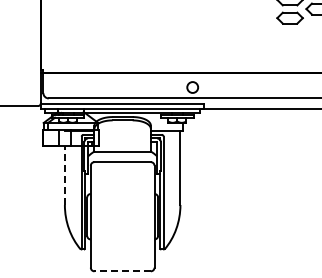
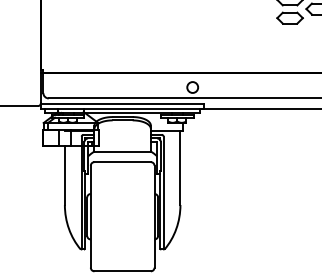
line at (64, 175): dashed -> solid
line at (122, 271): dashed -> solid
